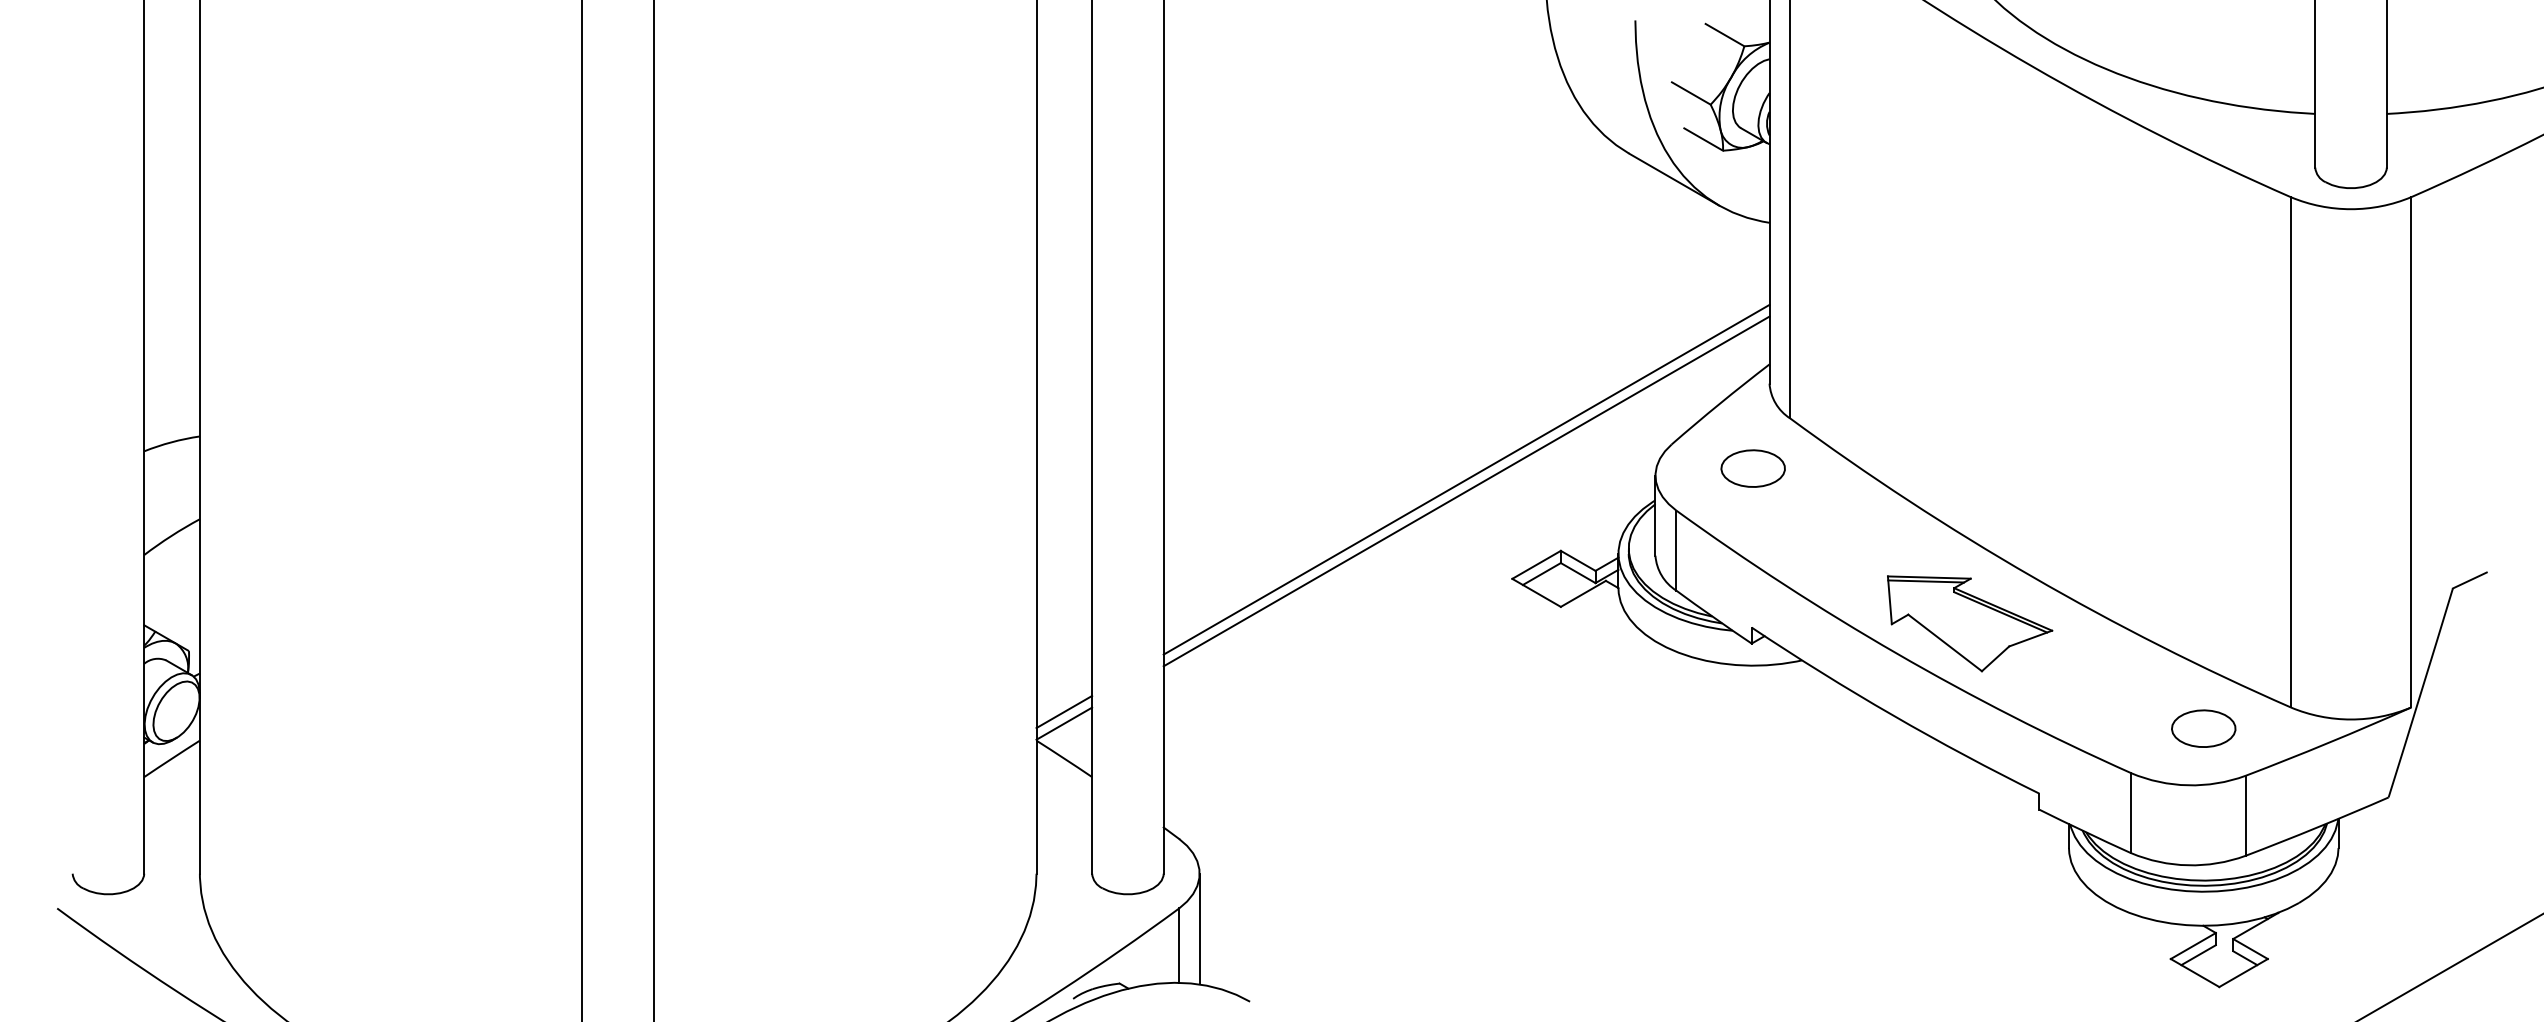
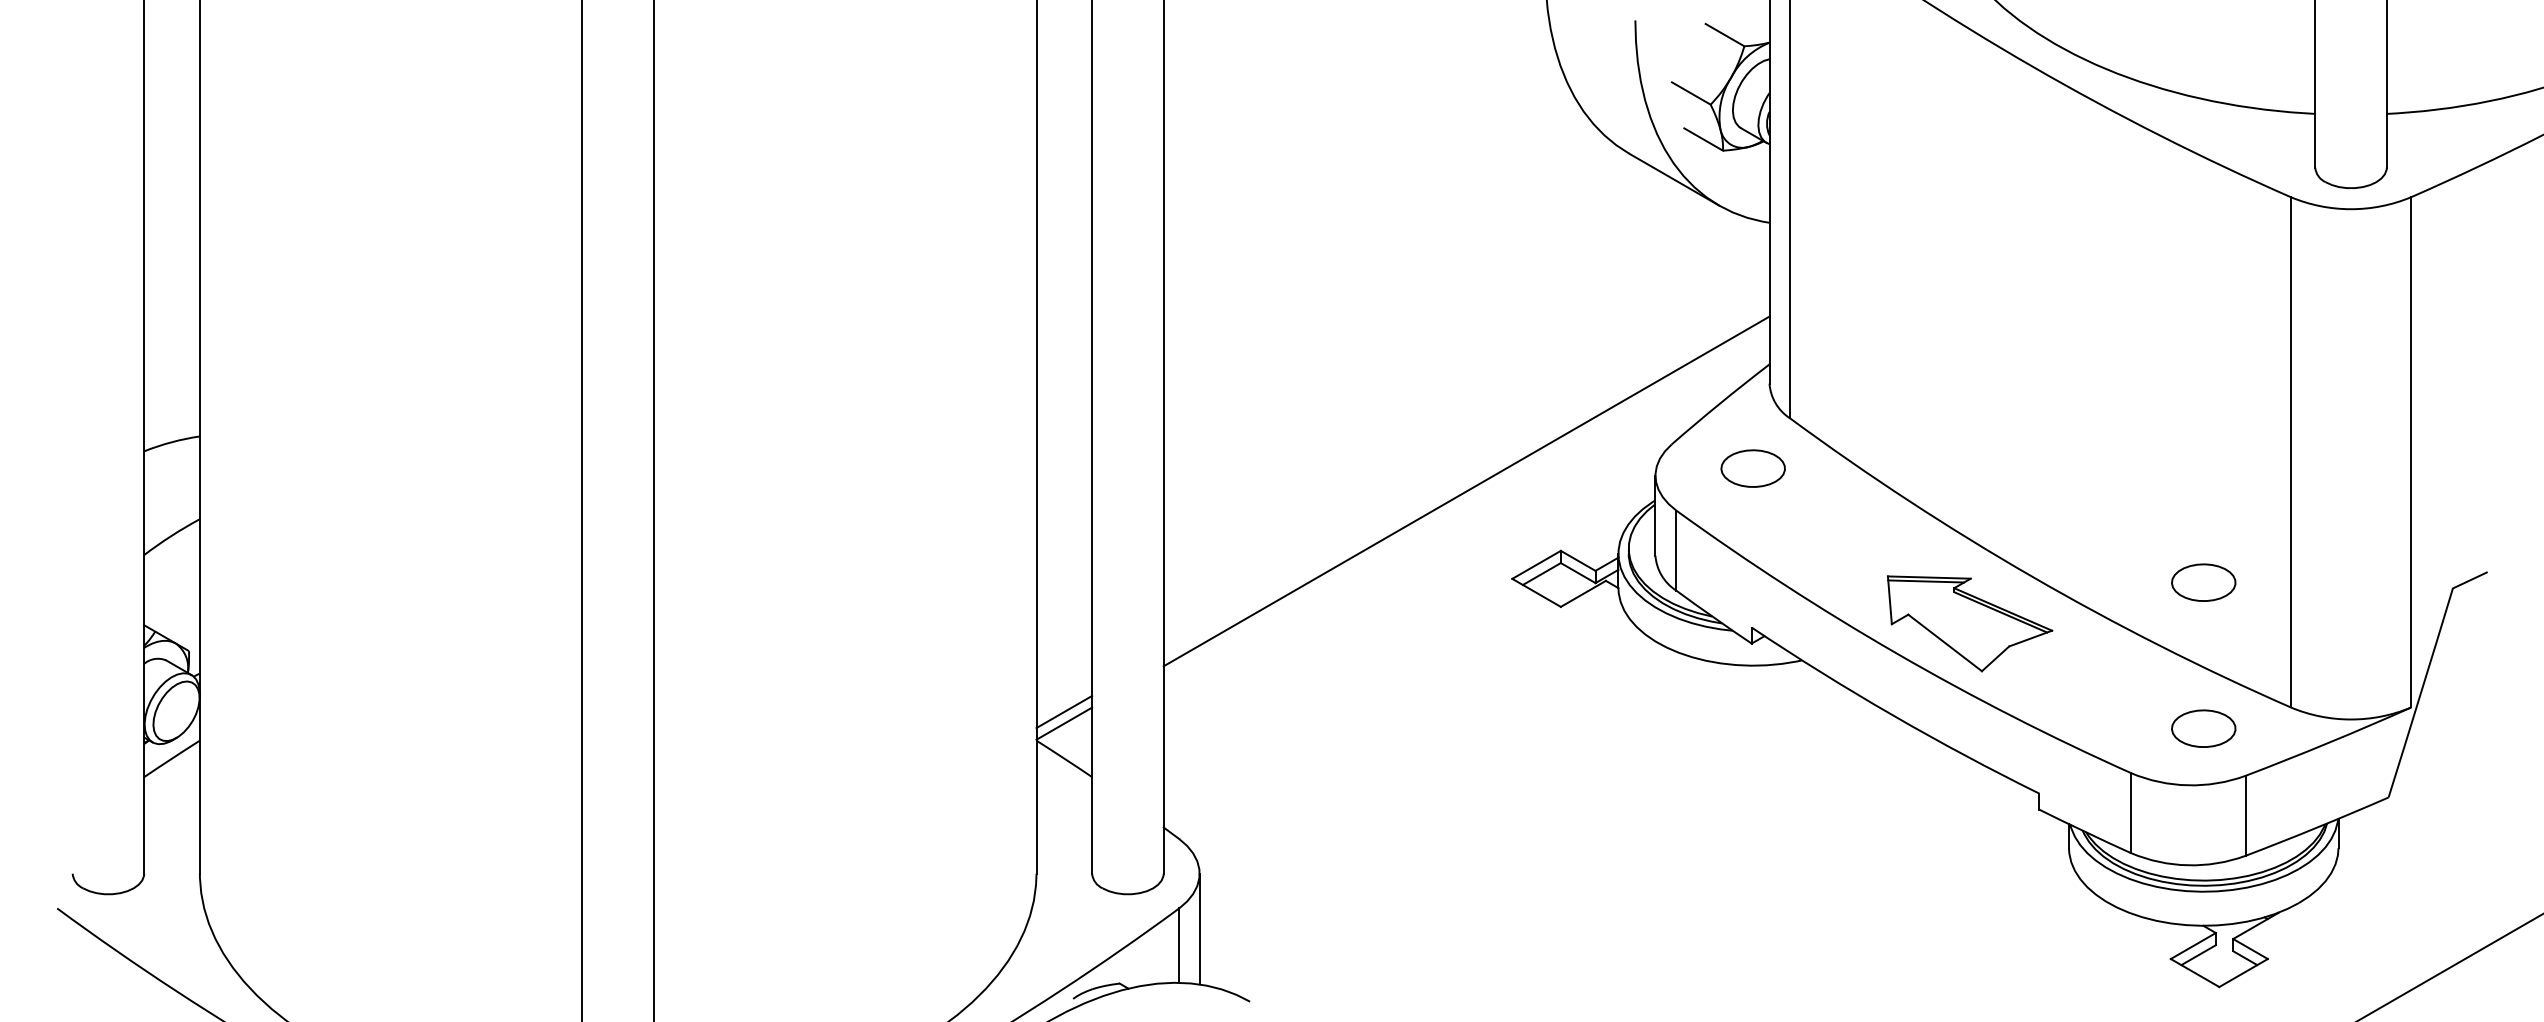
line at (1466, 479): present -> none
part at (2203, 582): none -> present
